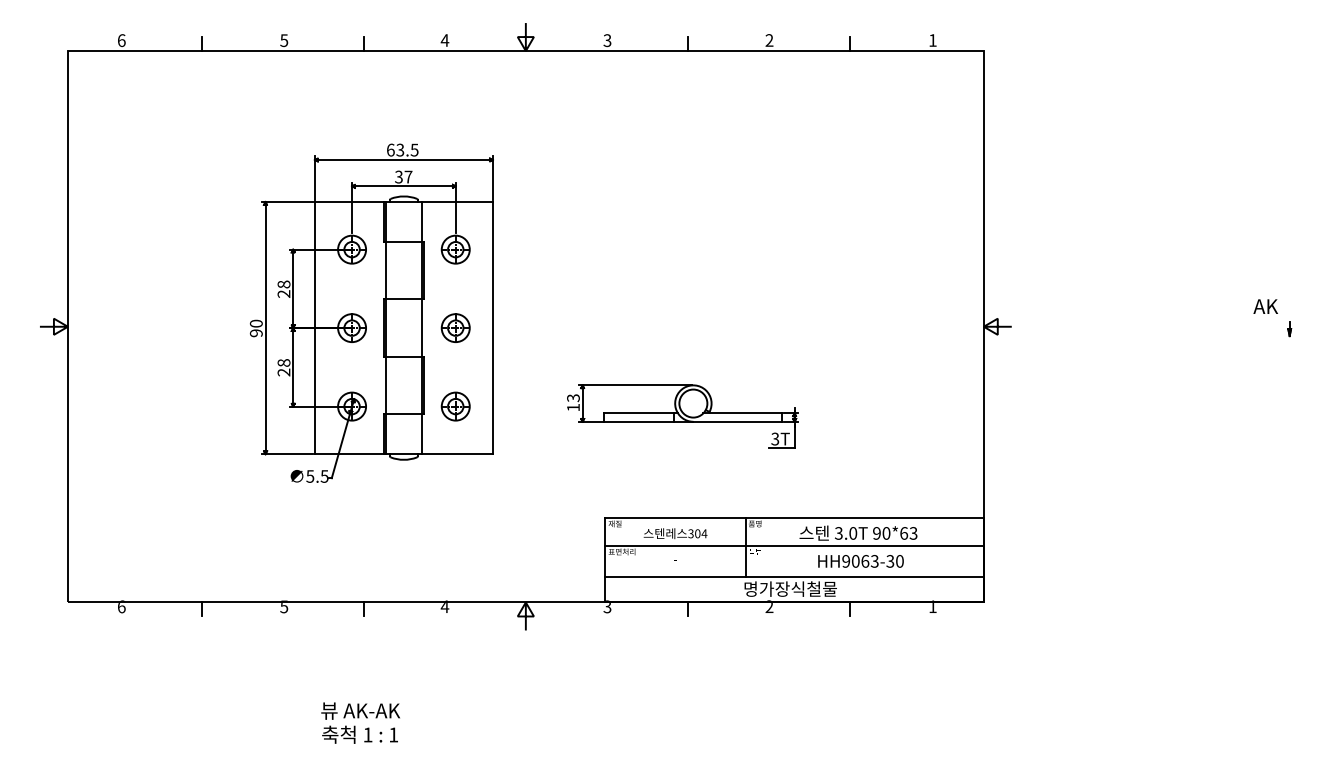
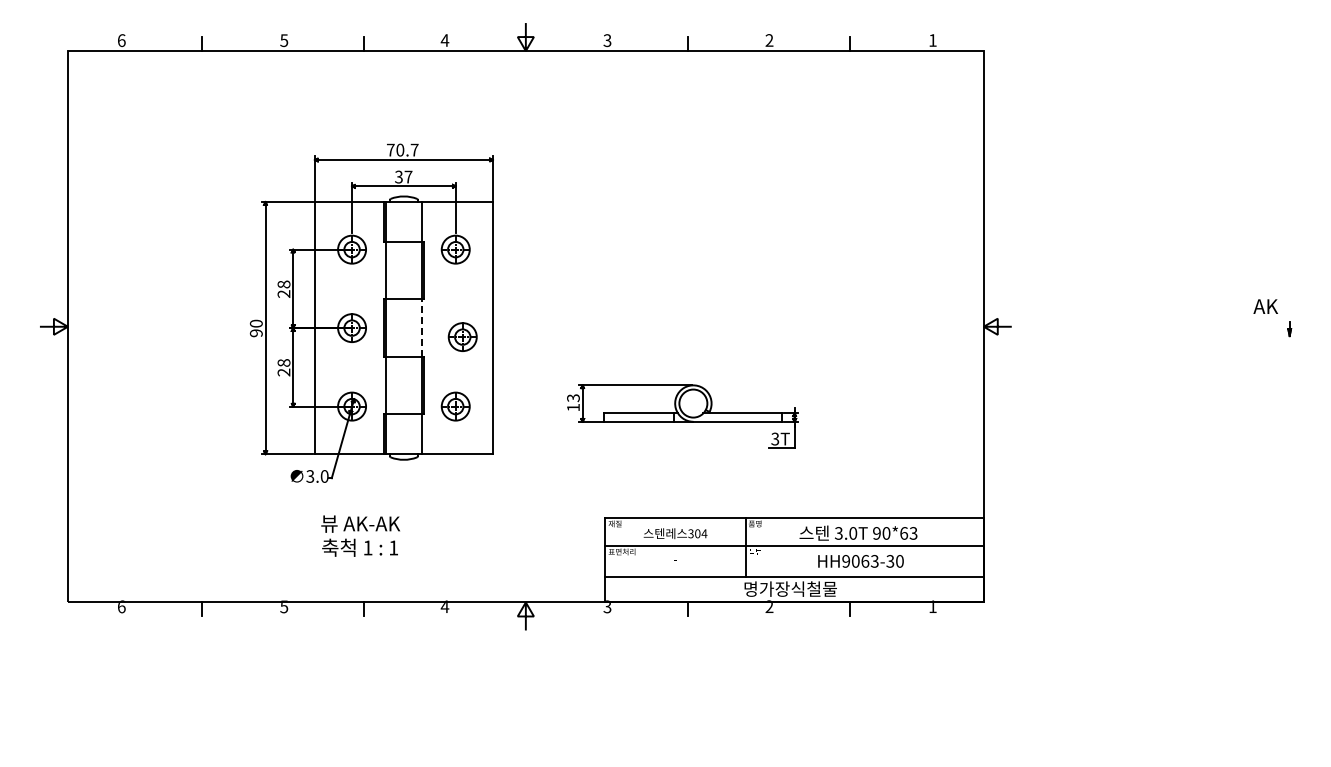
text at (402, 149): 63.5 -> 70.7
part at (455, 327) position: (455, 327) -> (462, 336)
line at (422, 328): solid -> dashed
text at (317, 476): 5.5 -> 3.0
text at (360, 722) position: (360, 722) -> (360, 535)
